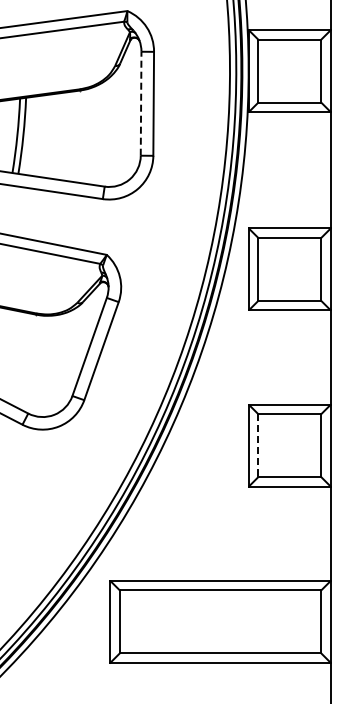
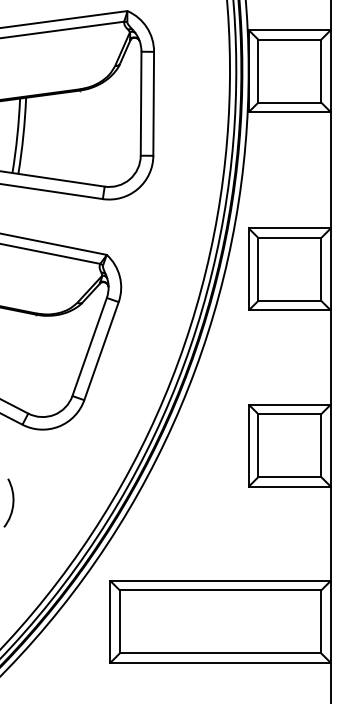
line at (141, 103): dashed -> solid
line at (258, 446): dashed -> solid
arc at (12, 502): none -> present
